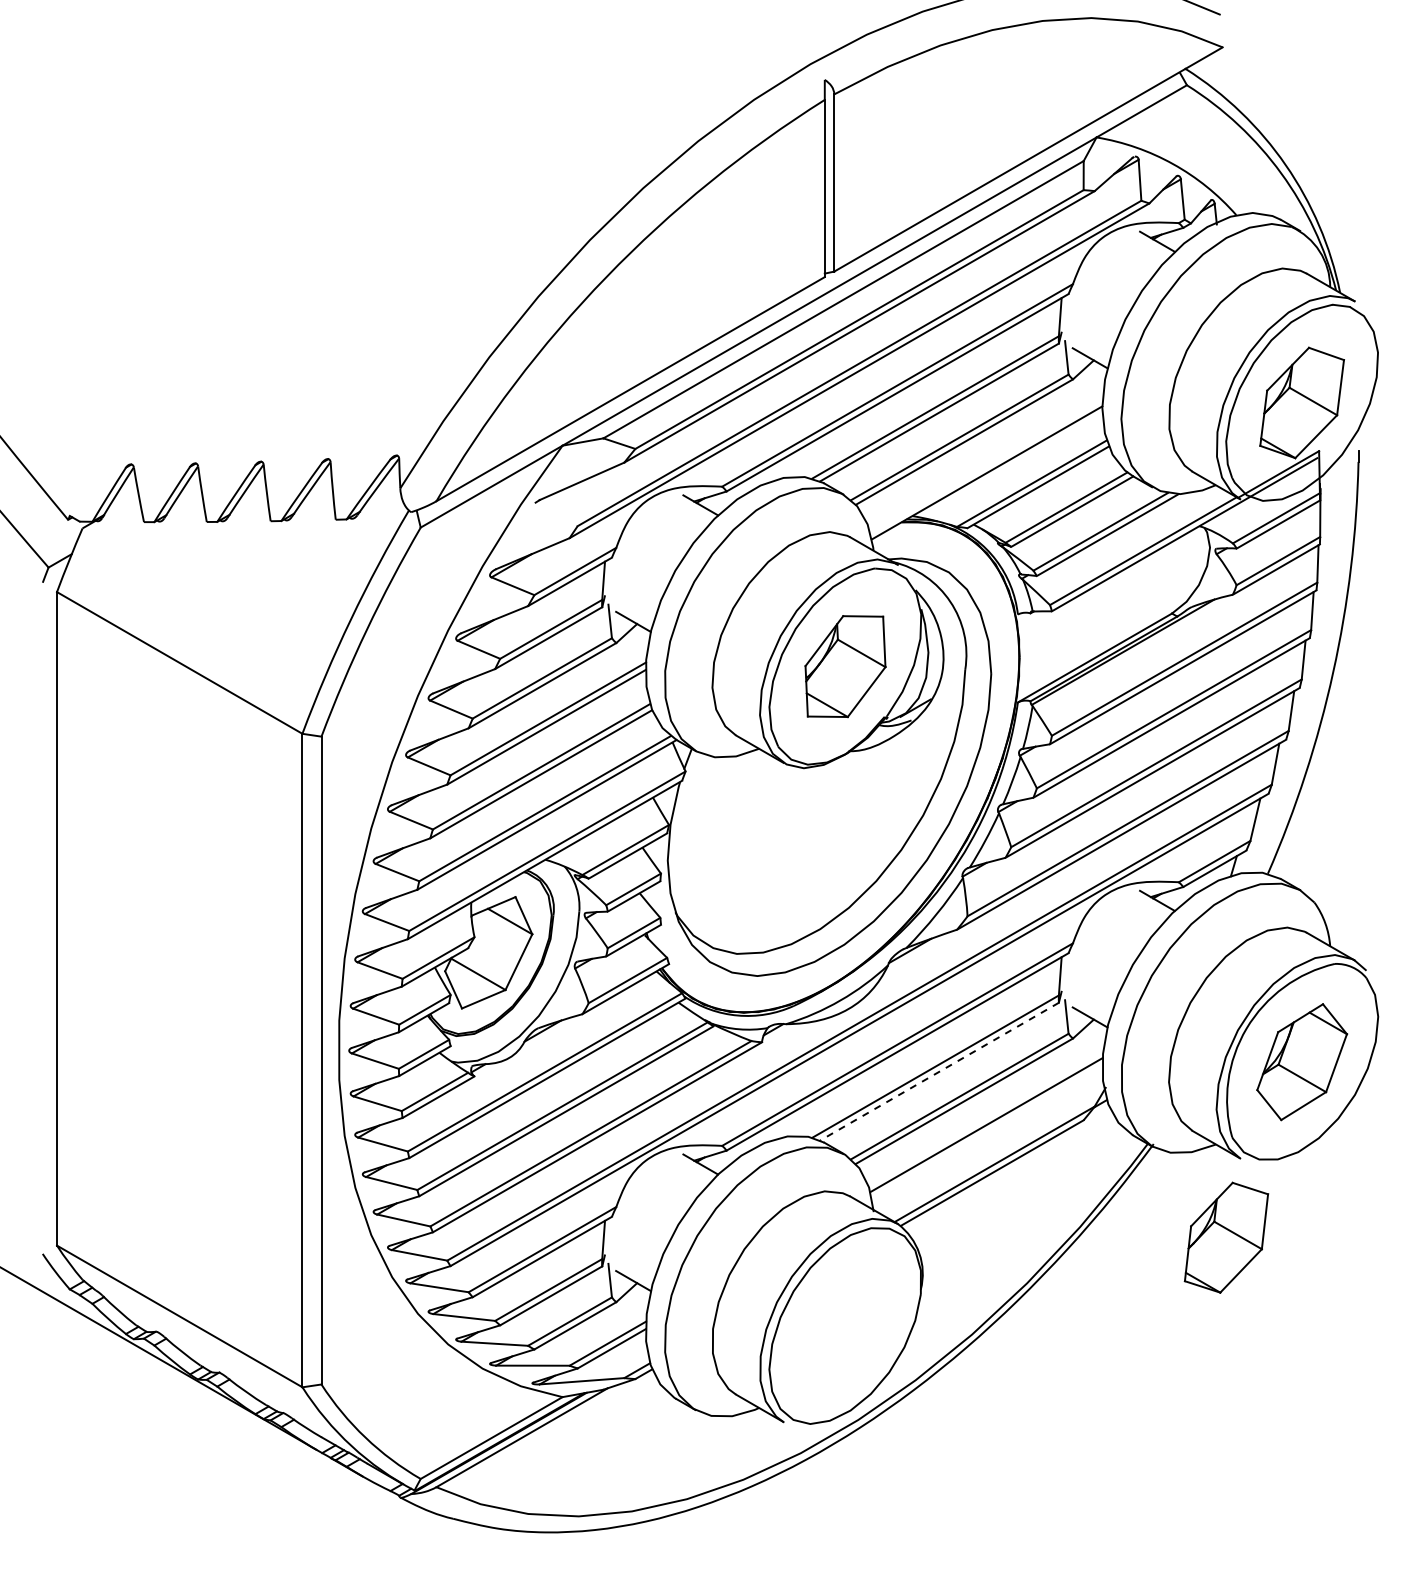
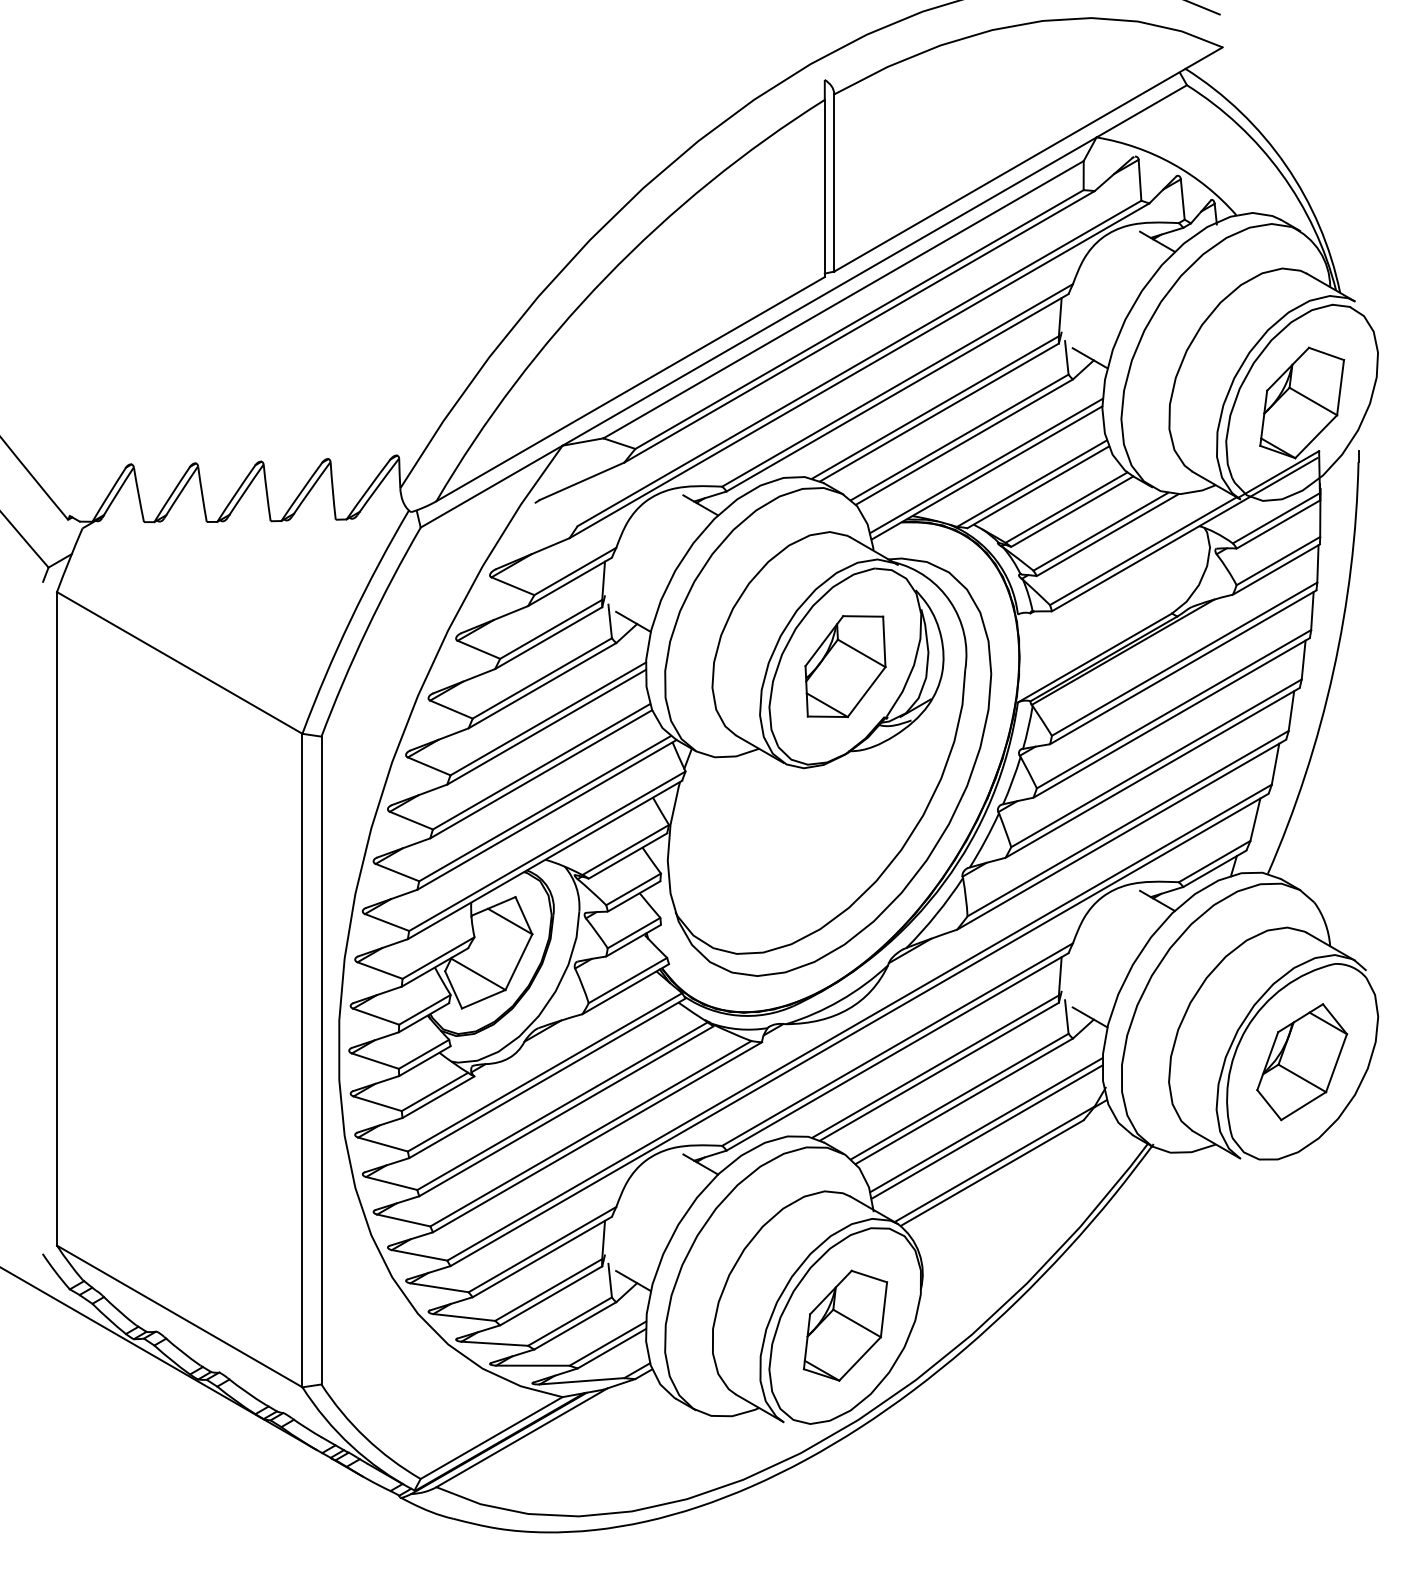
line at (986, 465): none -> present
line at (939, 1071): dashed -> solid
line at (986, 1131): none -> present
part at (1226, 1237) position: (1226, 1237) -> (845, 1325)
